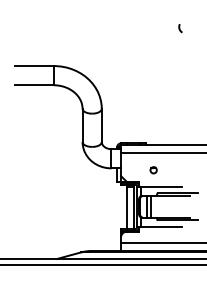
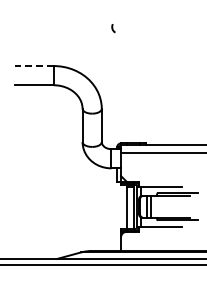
arc at (180, 28) position: (180, 28) -> (113, 28)
line at (34, 66): solid -> dashed
part at (153, 170): present -> none
line at (162, 243): present -> none
